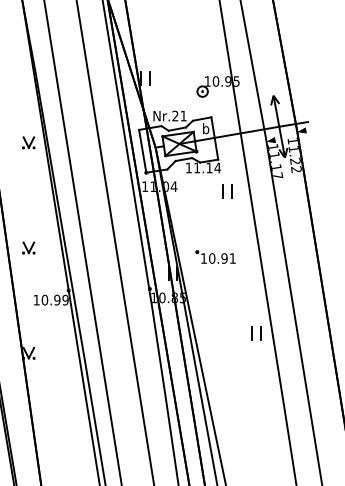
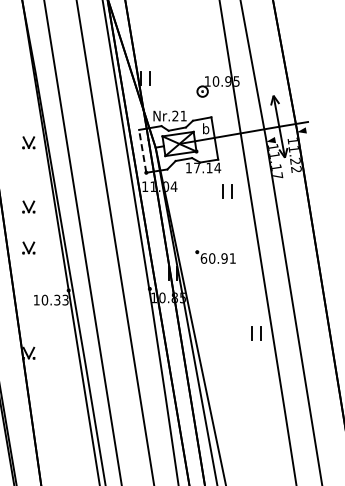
line at (142, 151): solid -> dashed
text at (197, 167): 11.14 -> 17.14
part at (28, 206): none -> present
text at (203, 258): 10.91 -> 60.91
text at (61, 299): 10.99 -> 10.33
